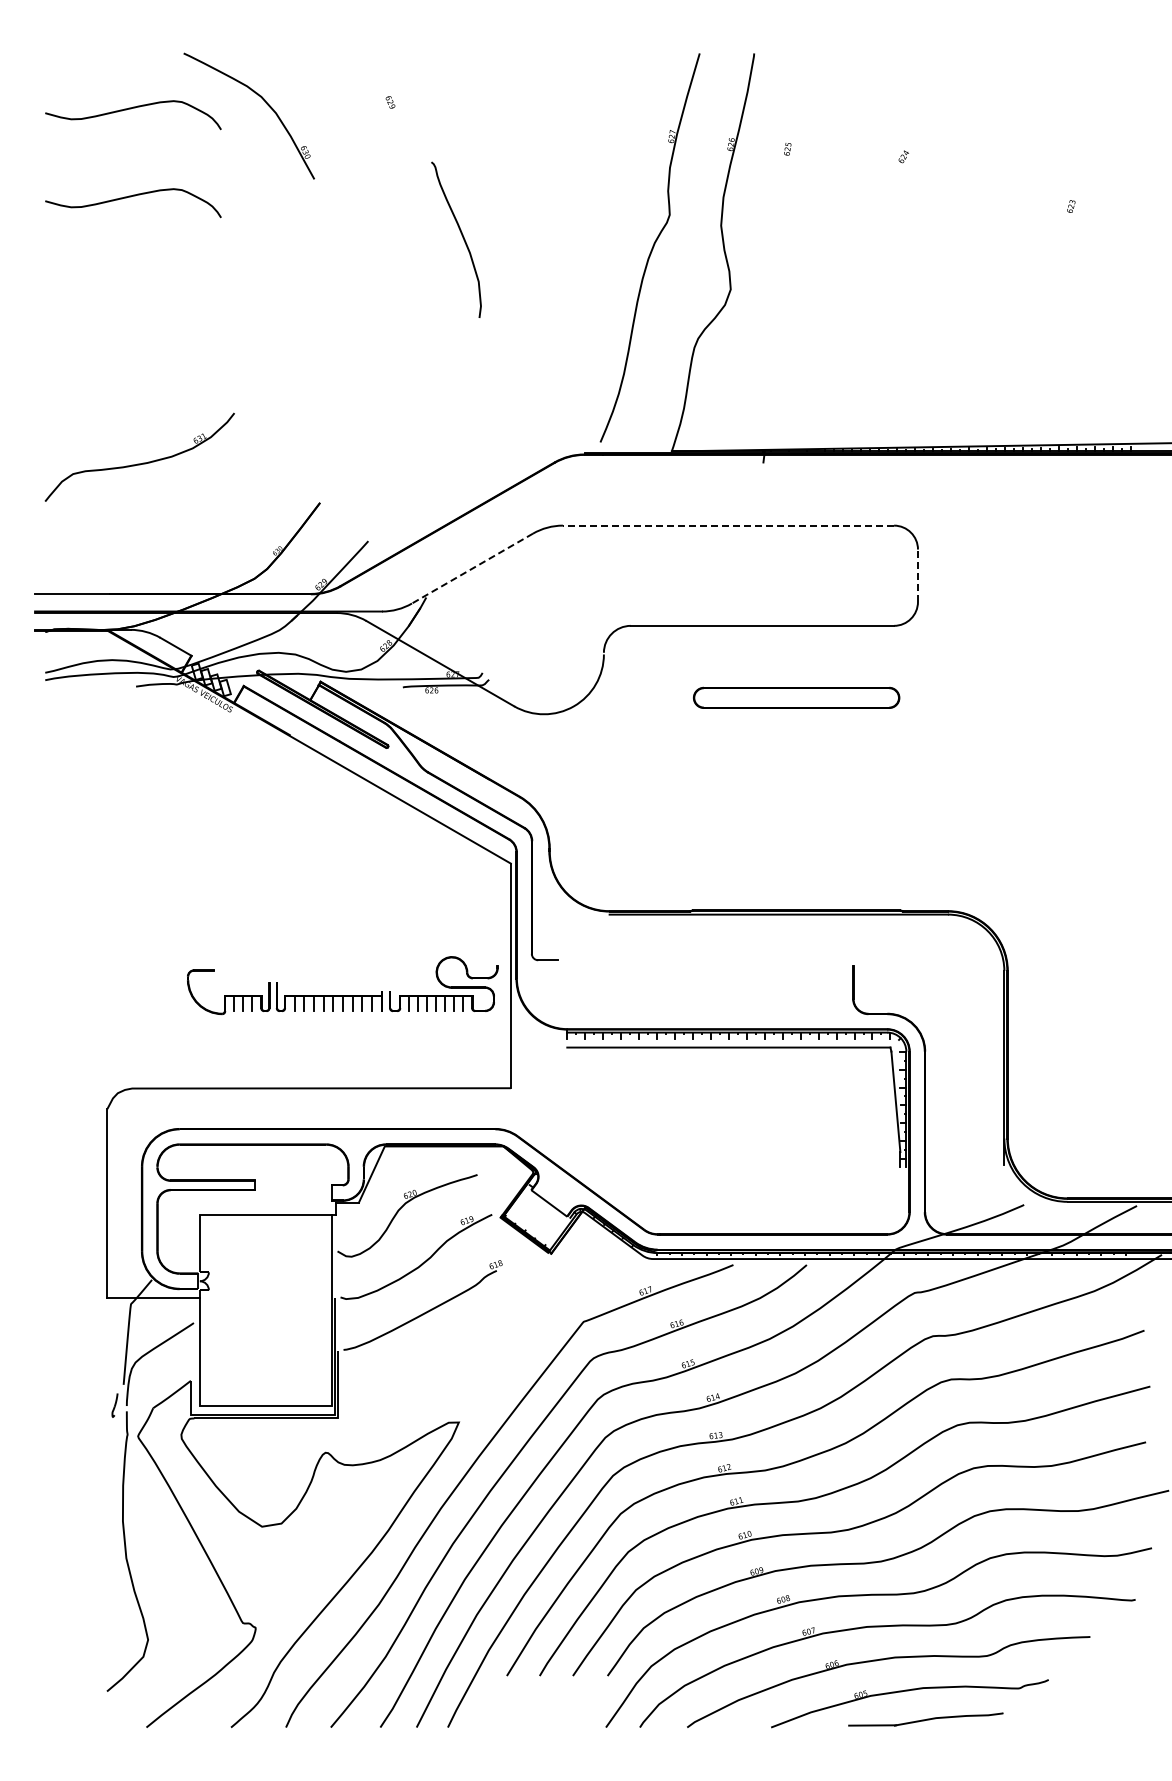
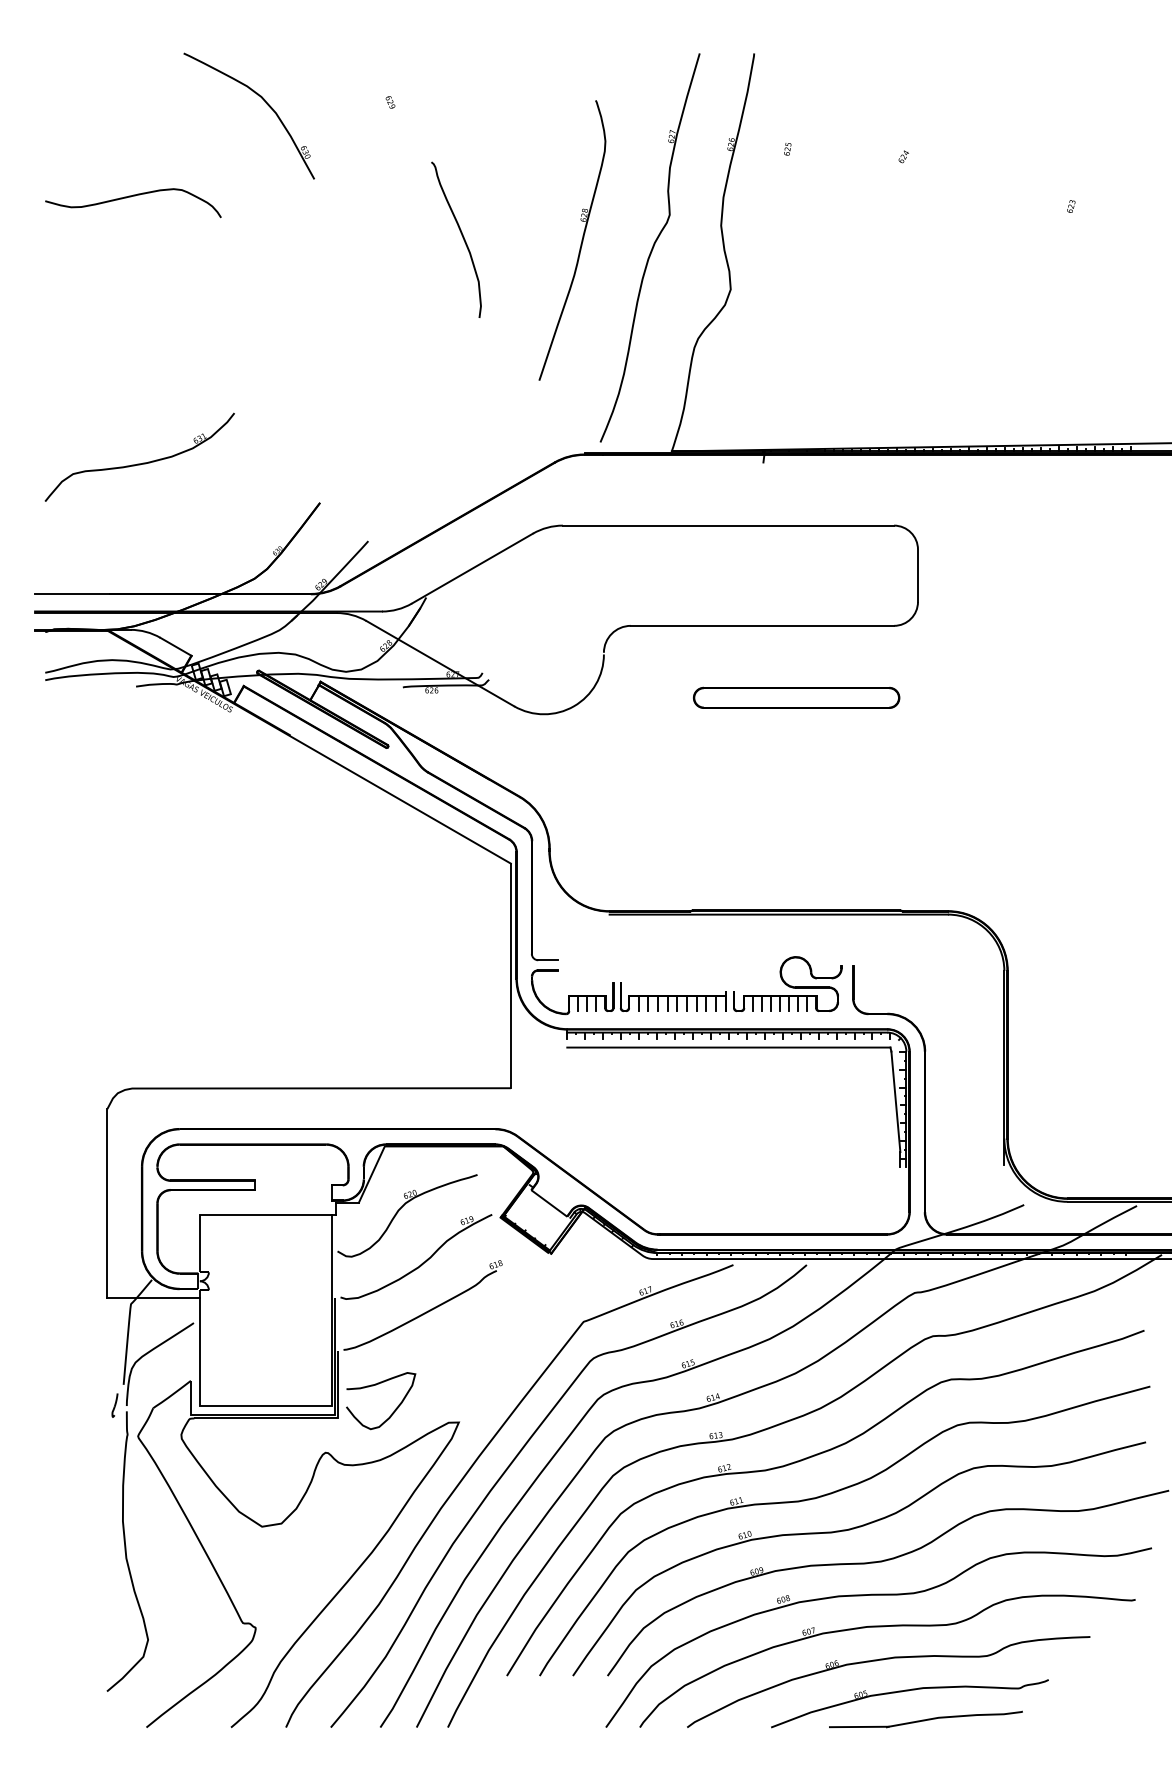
curve at (131, 109): present -> none
part at (580, 243): none -> present
line at (728, 525): dashed -> solid
line at (472, 568): dashed -> solid
line at (918, 575): dashed -> solid
part at (342, 995) position: (342, 995) -> (686, 995)
curve at (392, 1412): none -> present
part at (925, 1719) size: 156x15 px -> 194x19 px
